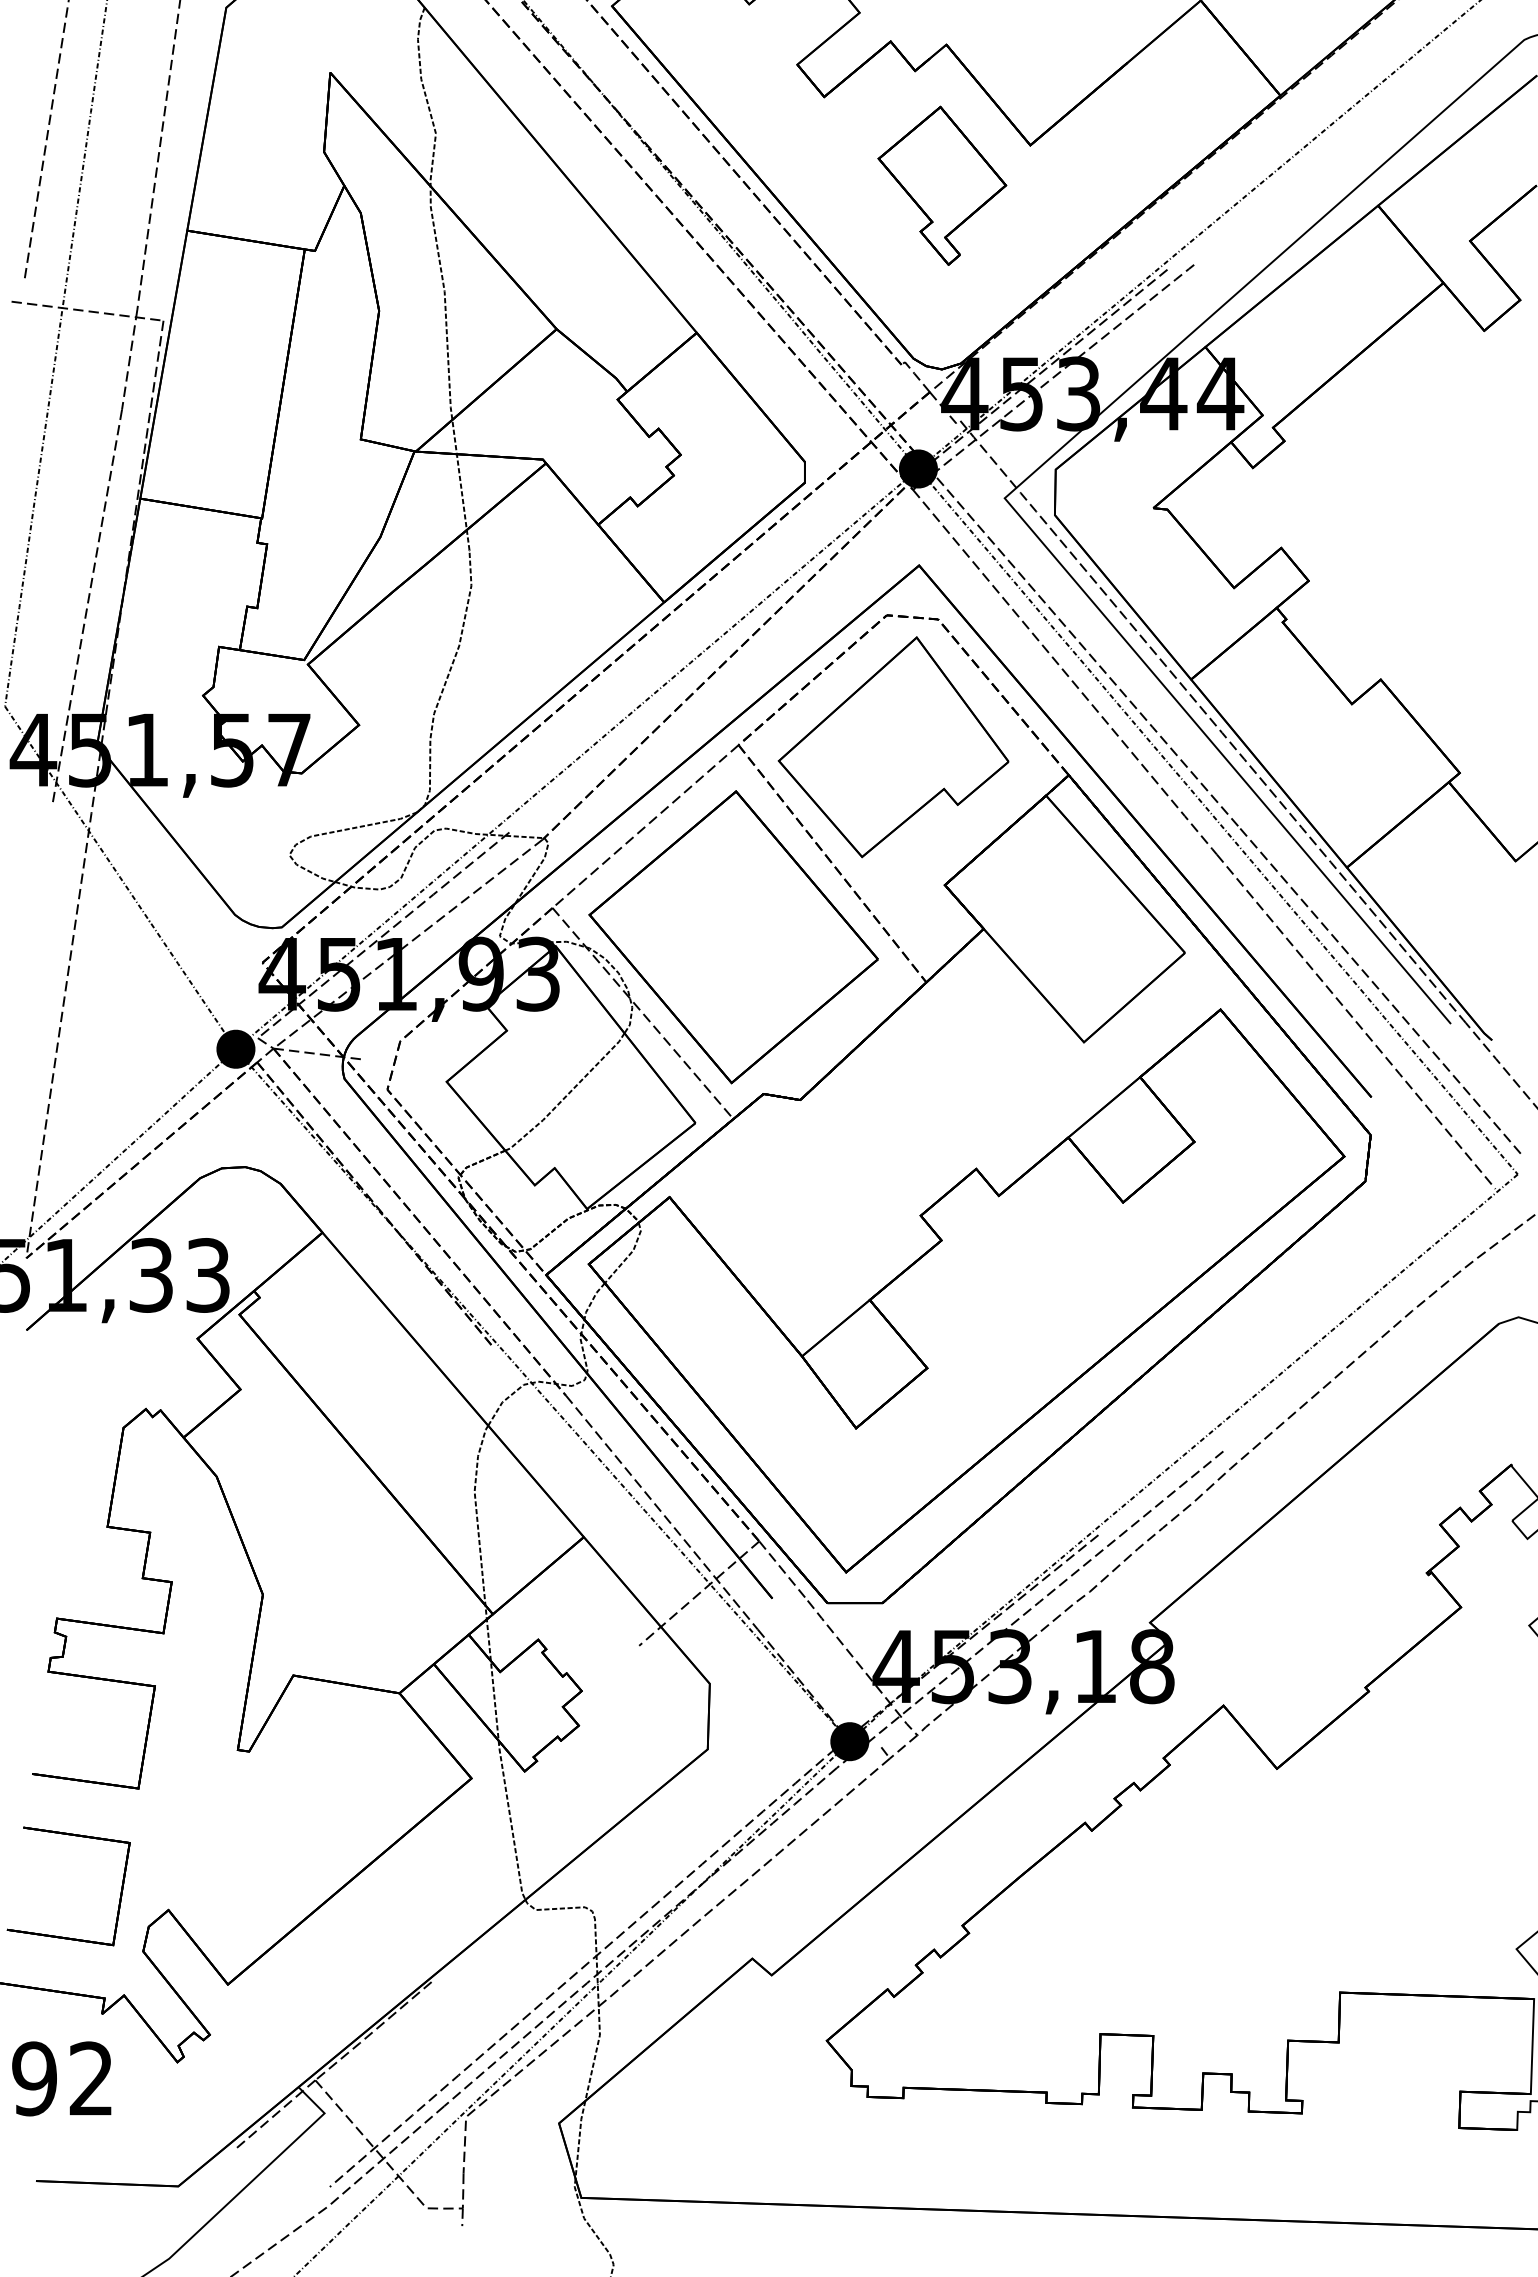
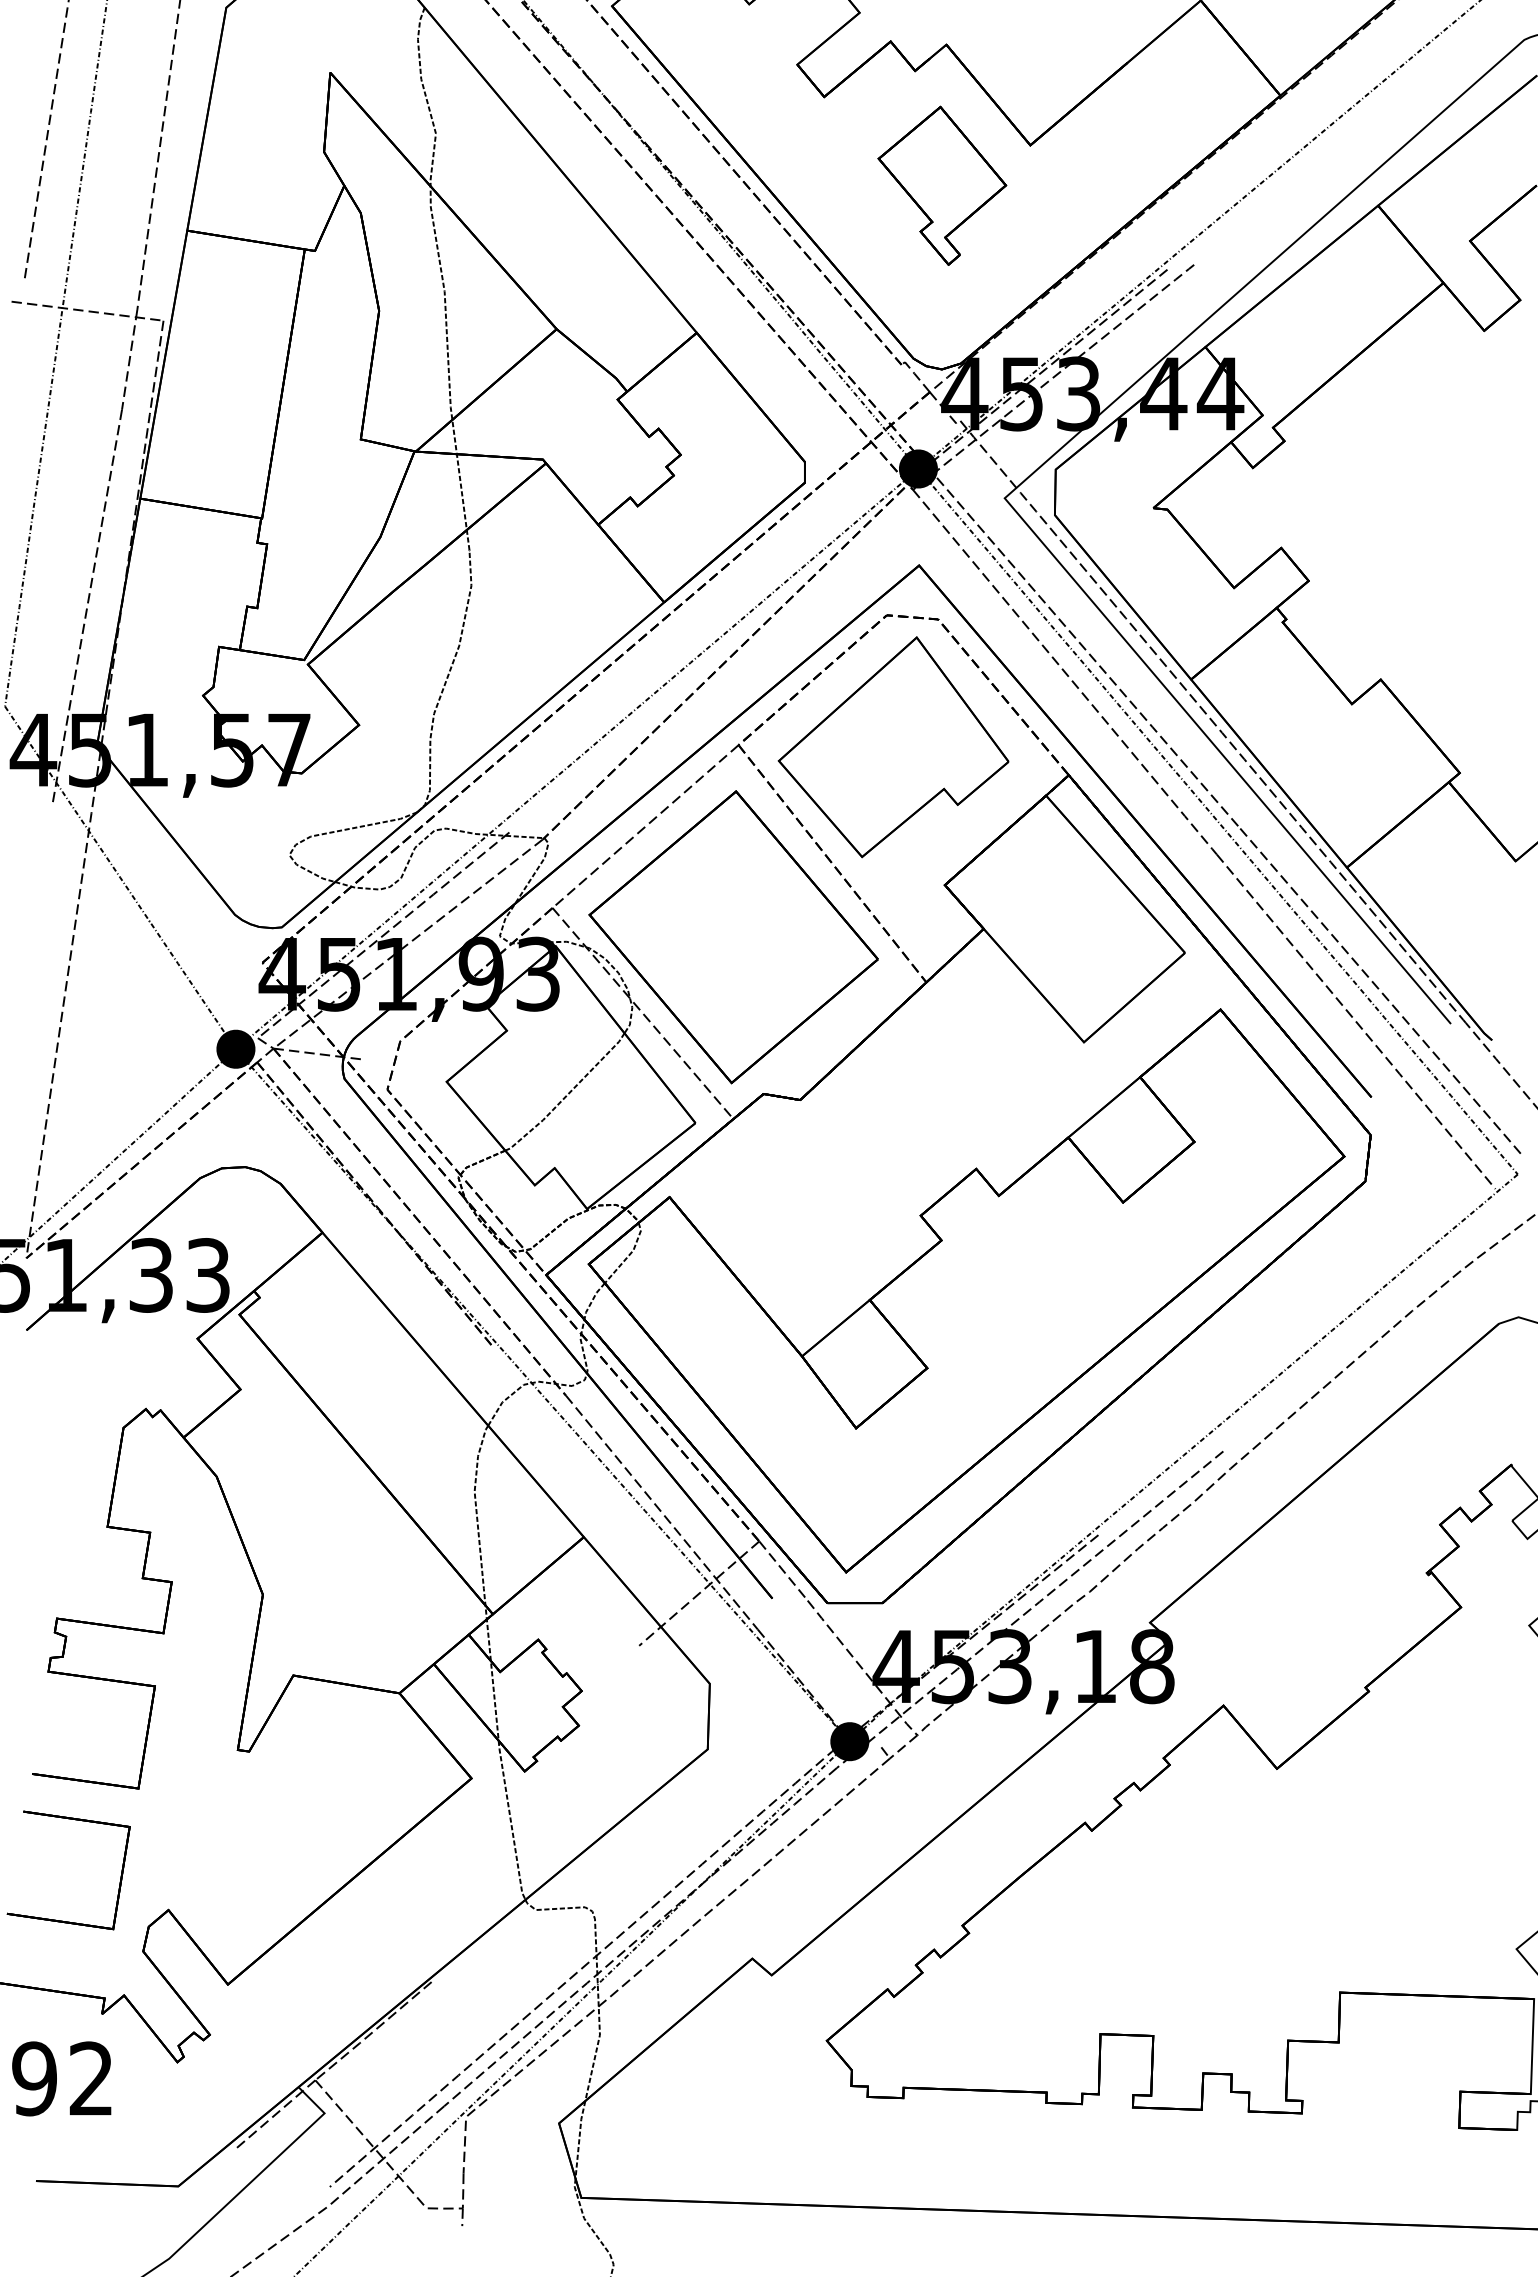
part at (62, 1936) position: (62, 1936) -> (62, 1920)
